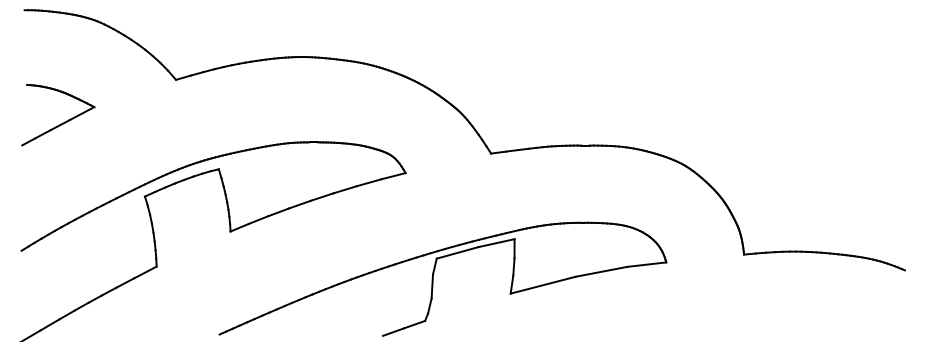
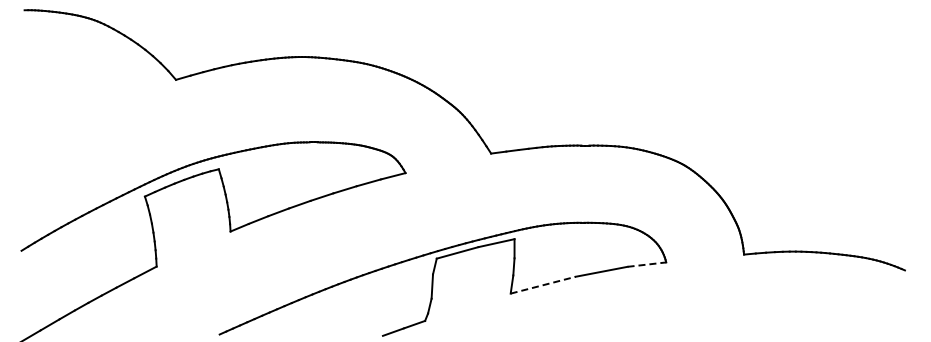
part at (62, 122): present -> none
line at (647, 264): solid -> dashed
line at (543, 285): solid -> dashed
